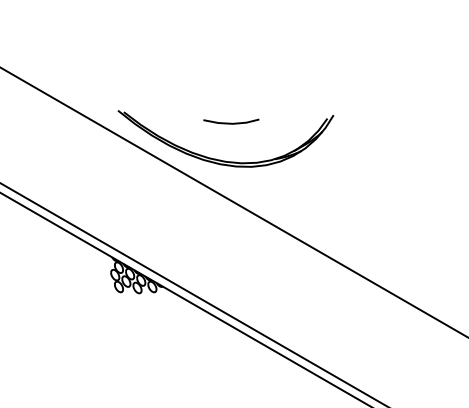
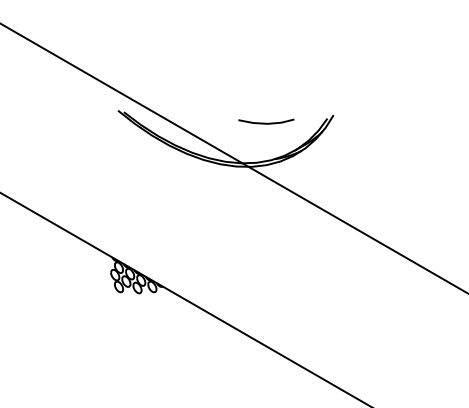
line at (231, 122) position: (231, 122) -> (266, 122)
line at (233, 201) position: (233, 201) -> (233, 157)
line at (193, 294): present -> none
